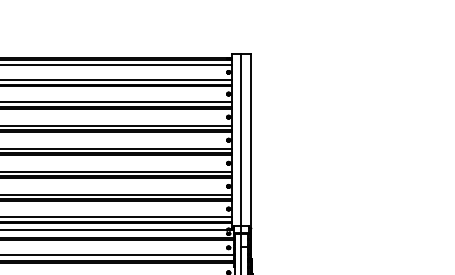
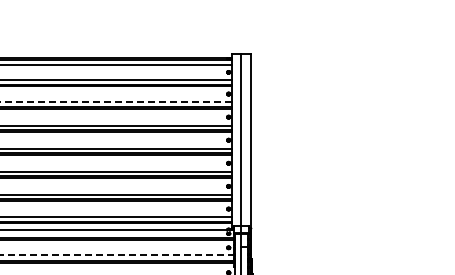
line at (116, 102): solid -> dashed
line at (117, 255): solid -> dashed
